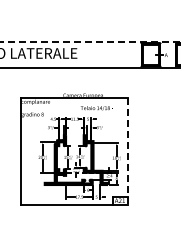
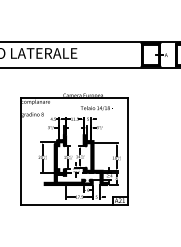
line at (89, 41): dashed -> solid
line at (127, 152): dashed -> solid
